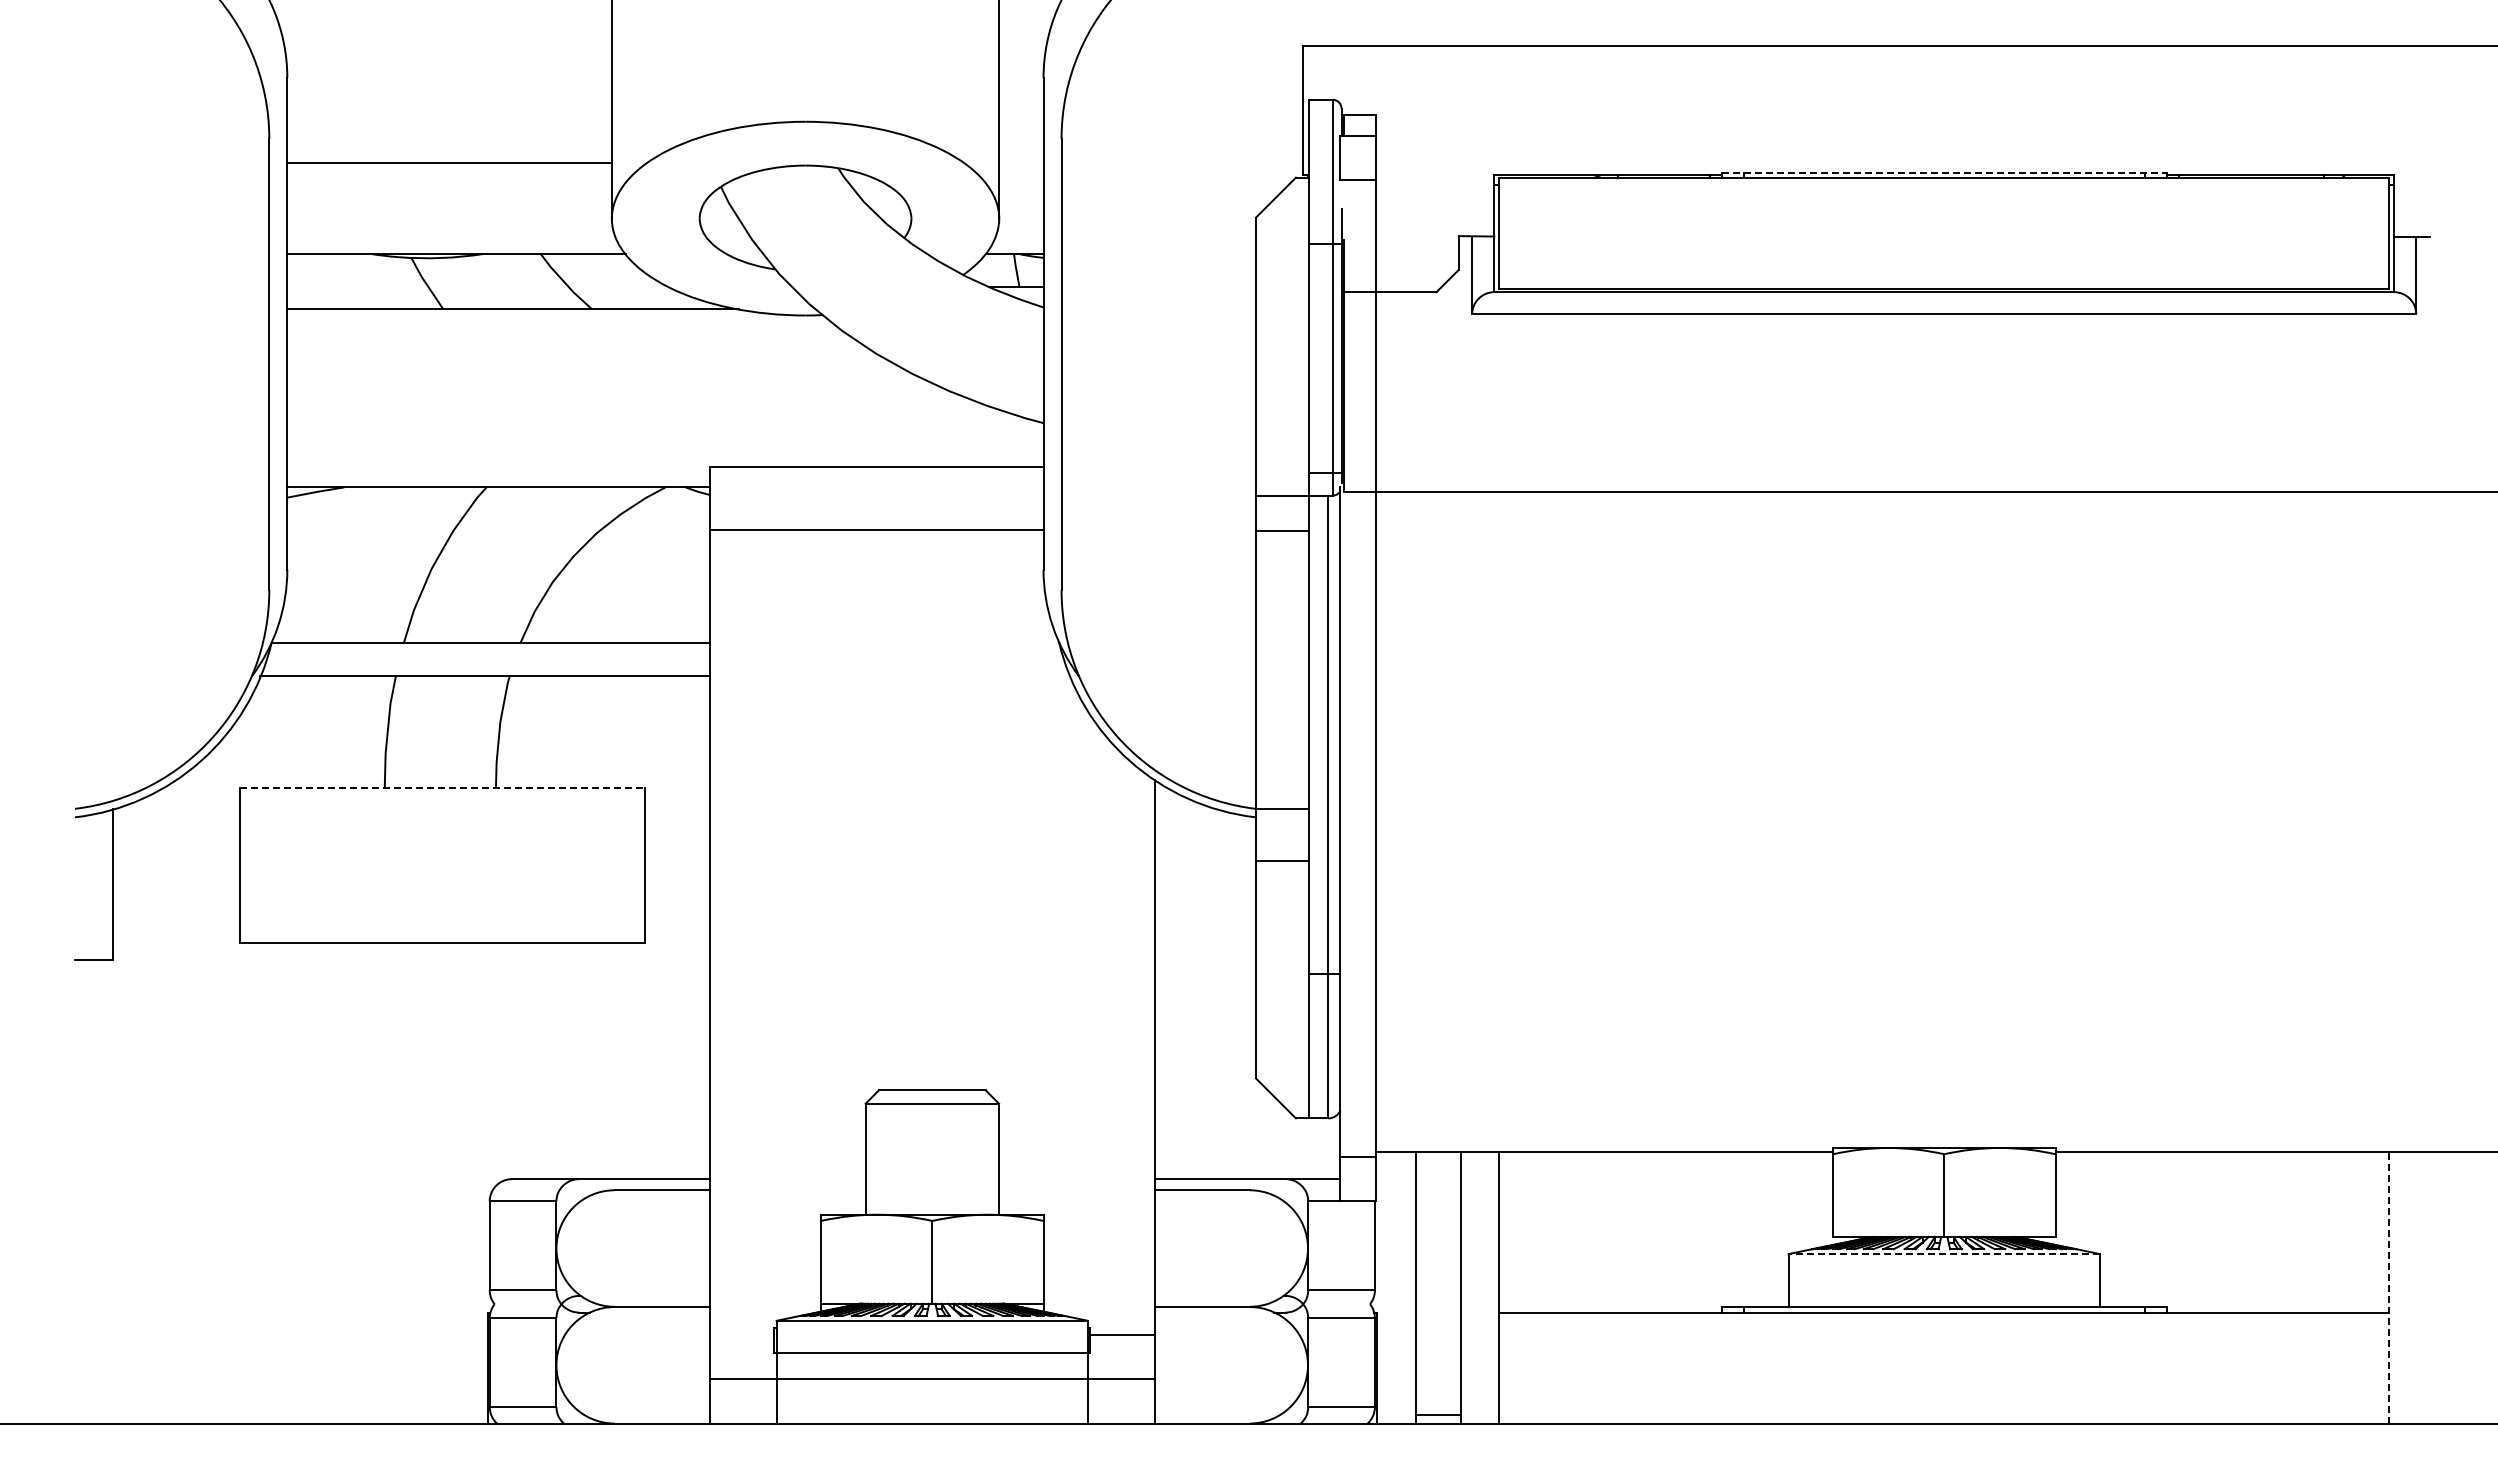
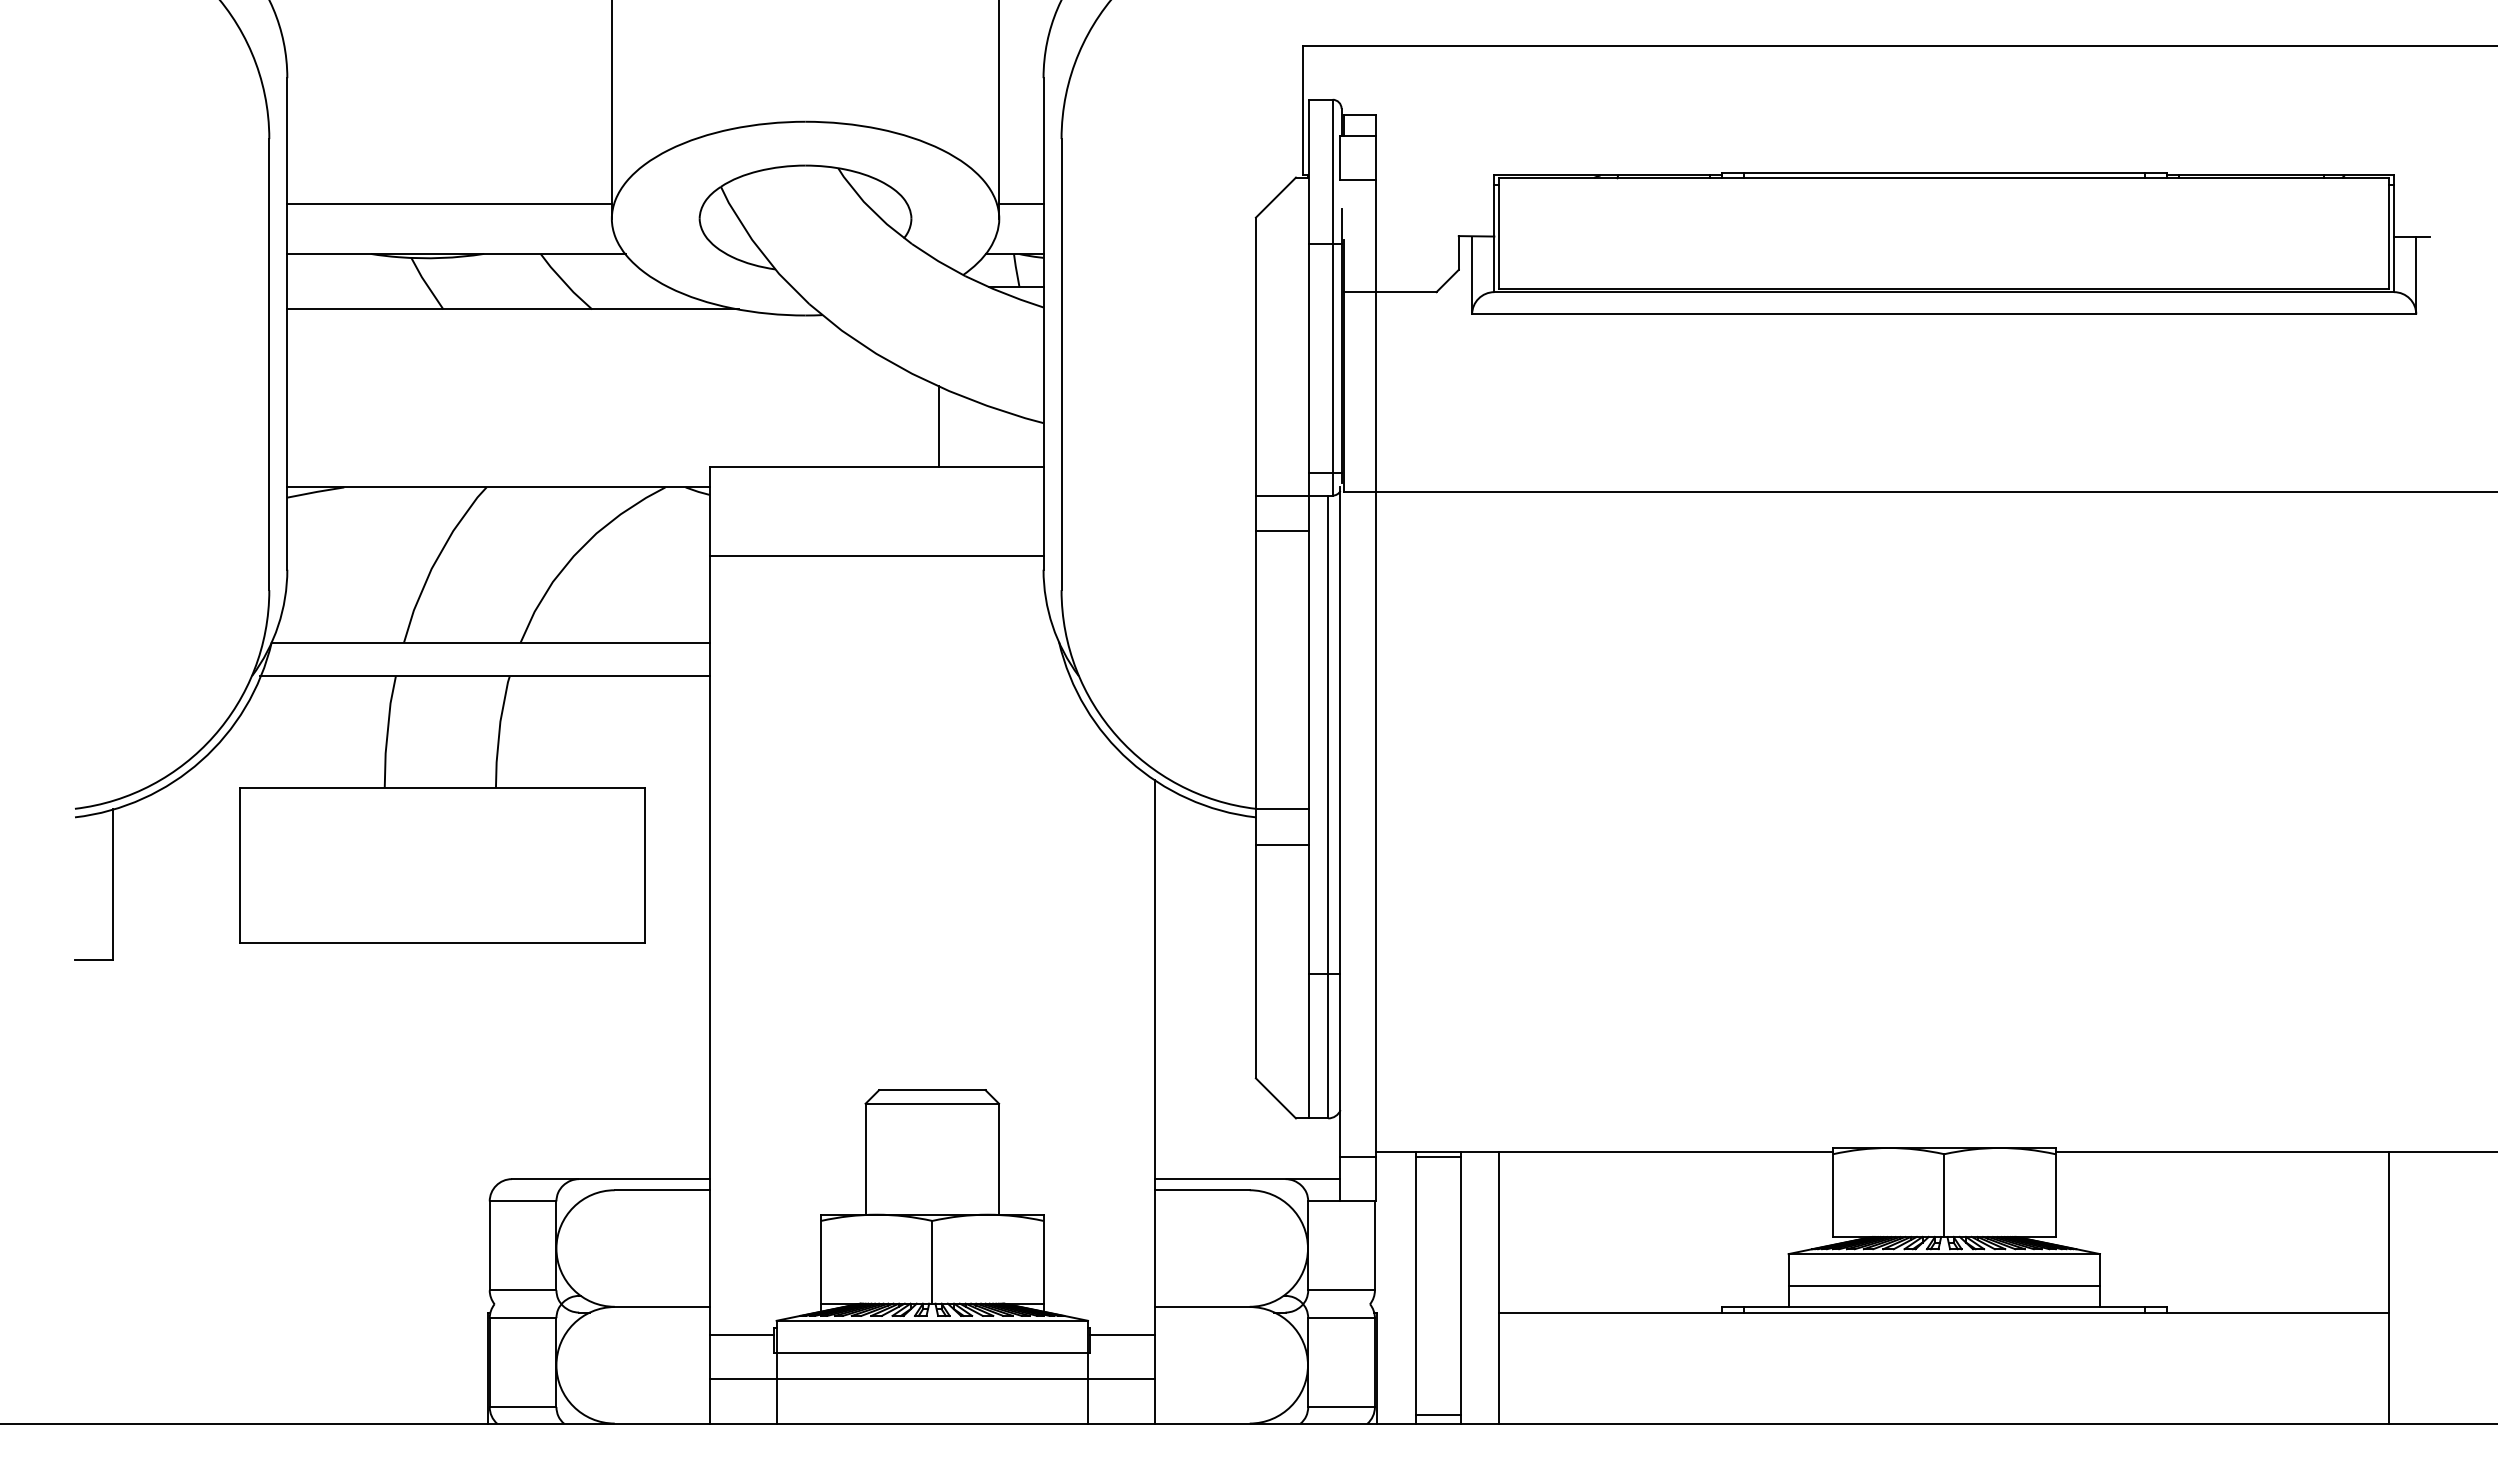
line at (449, 162) position: (449, 162) -> (449, 203)
line at (1944, 172): dashed -> solid
line at (1021, 203): none -> present
line at (939, 426): none -> present
line at (876, 530) position: (876, 530) -> (876, 556)
line at (443, 787): dashed -> solid
line at (1282, 860) position: (1282, 860) -> (1282, 844)
line at (1438, 1156): none -> present
line at (1944, 1254): dashed -> solid
line at (1944, 1285): none -> present
line at (2389, 1288): dashed -> solid
line at (741, 1334): none -> present
